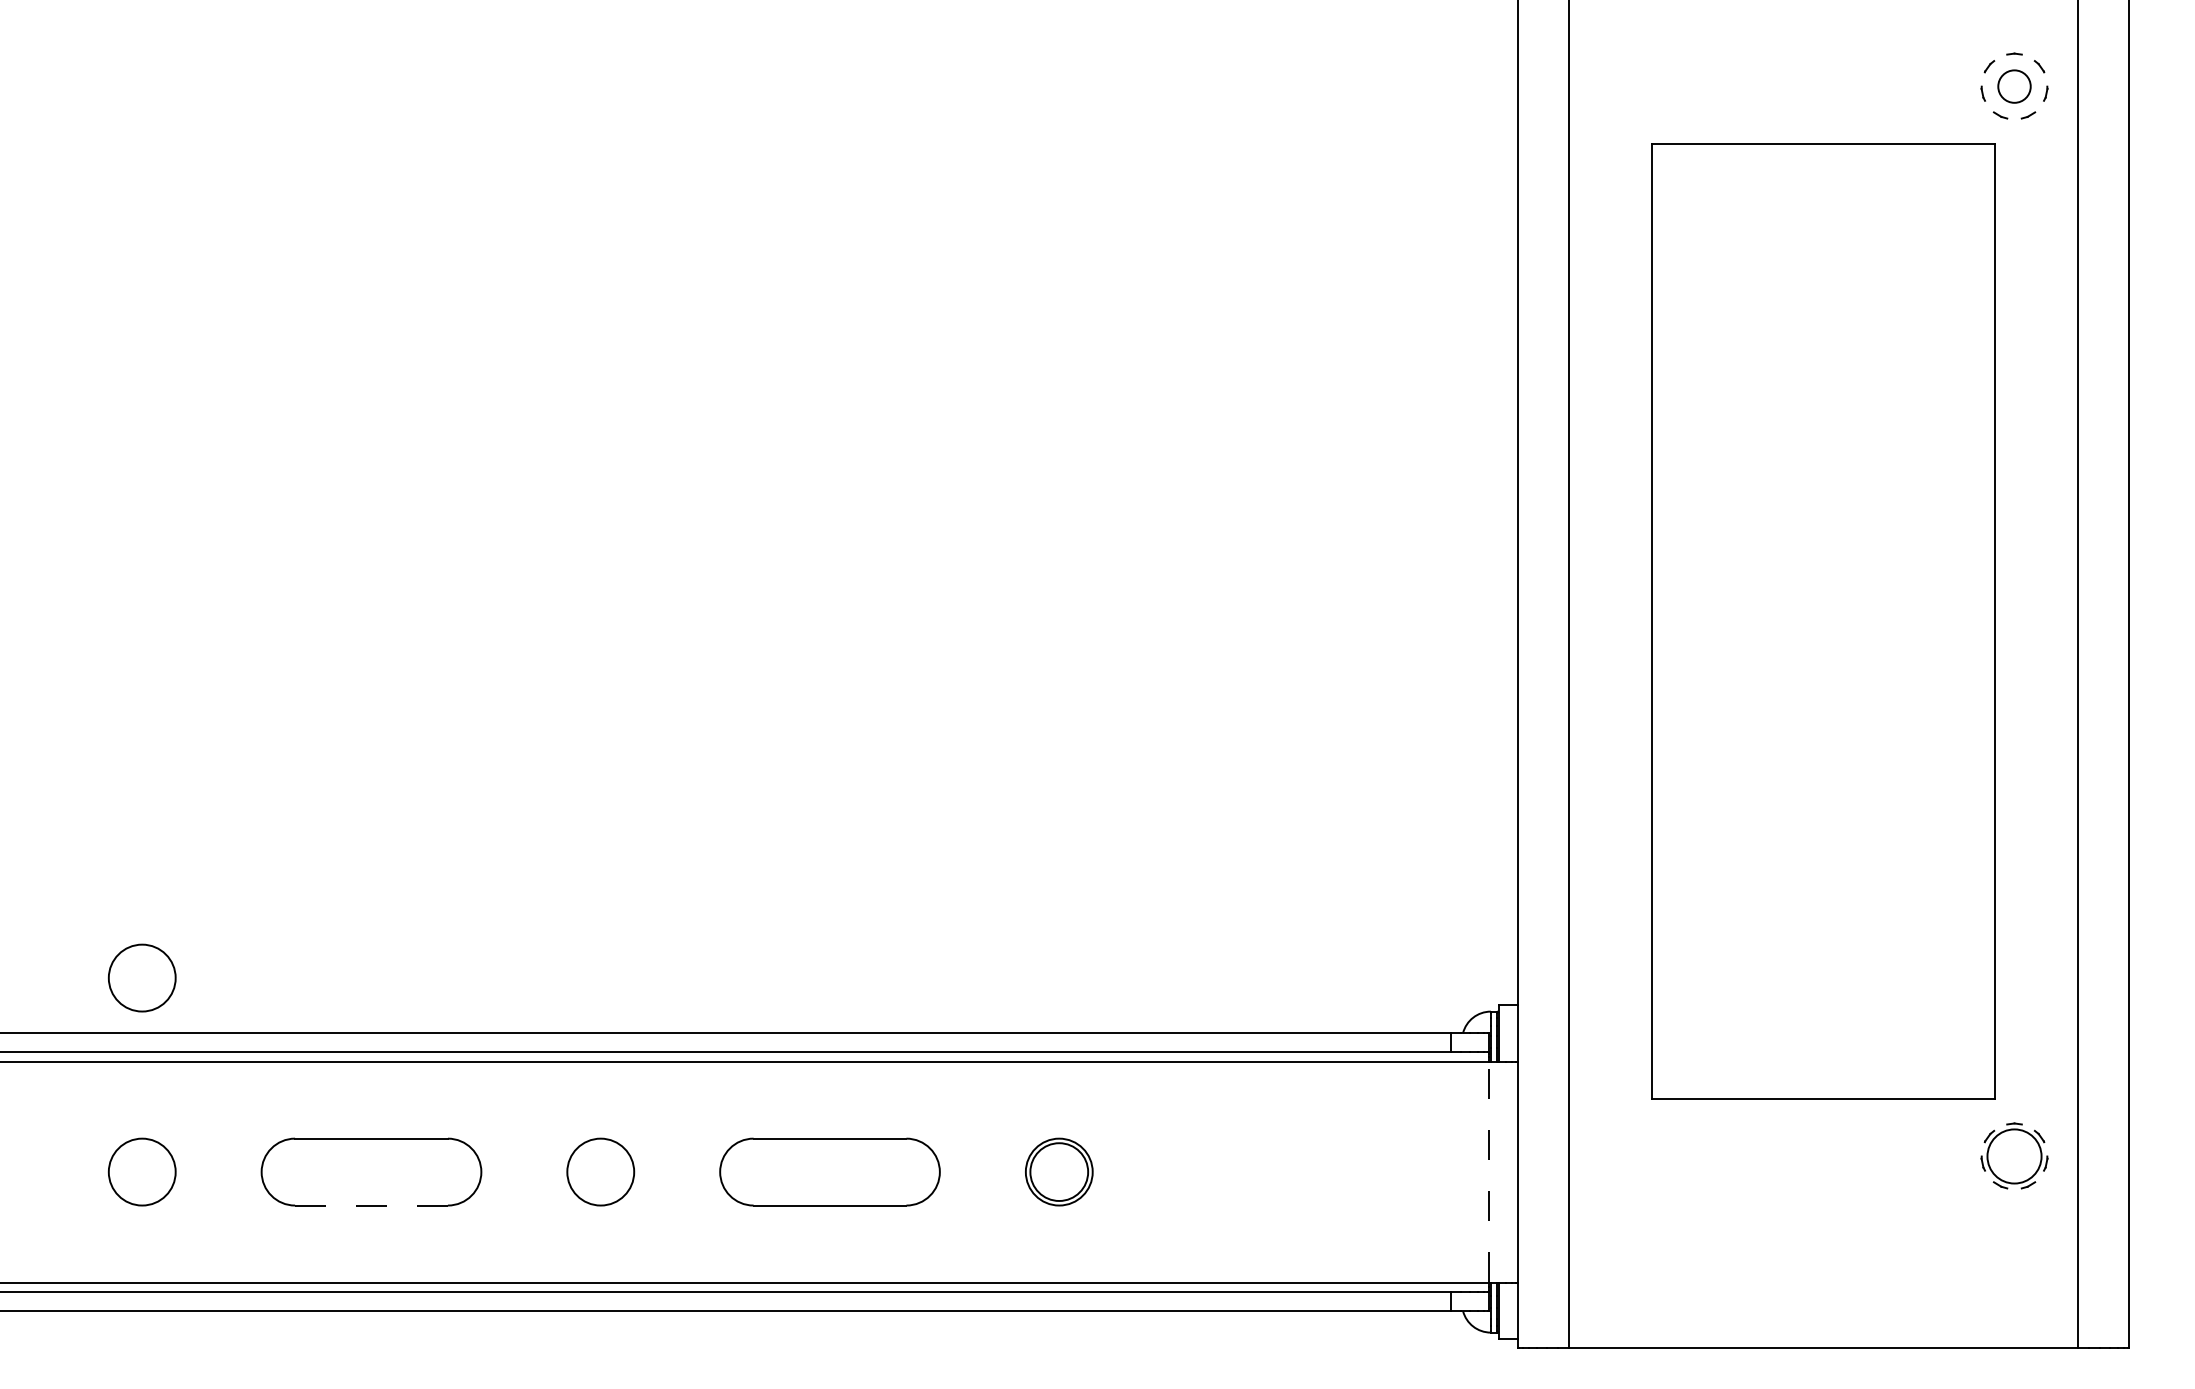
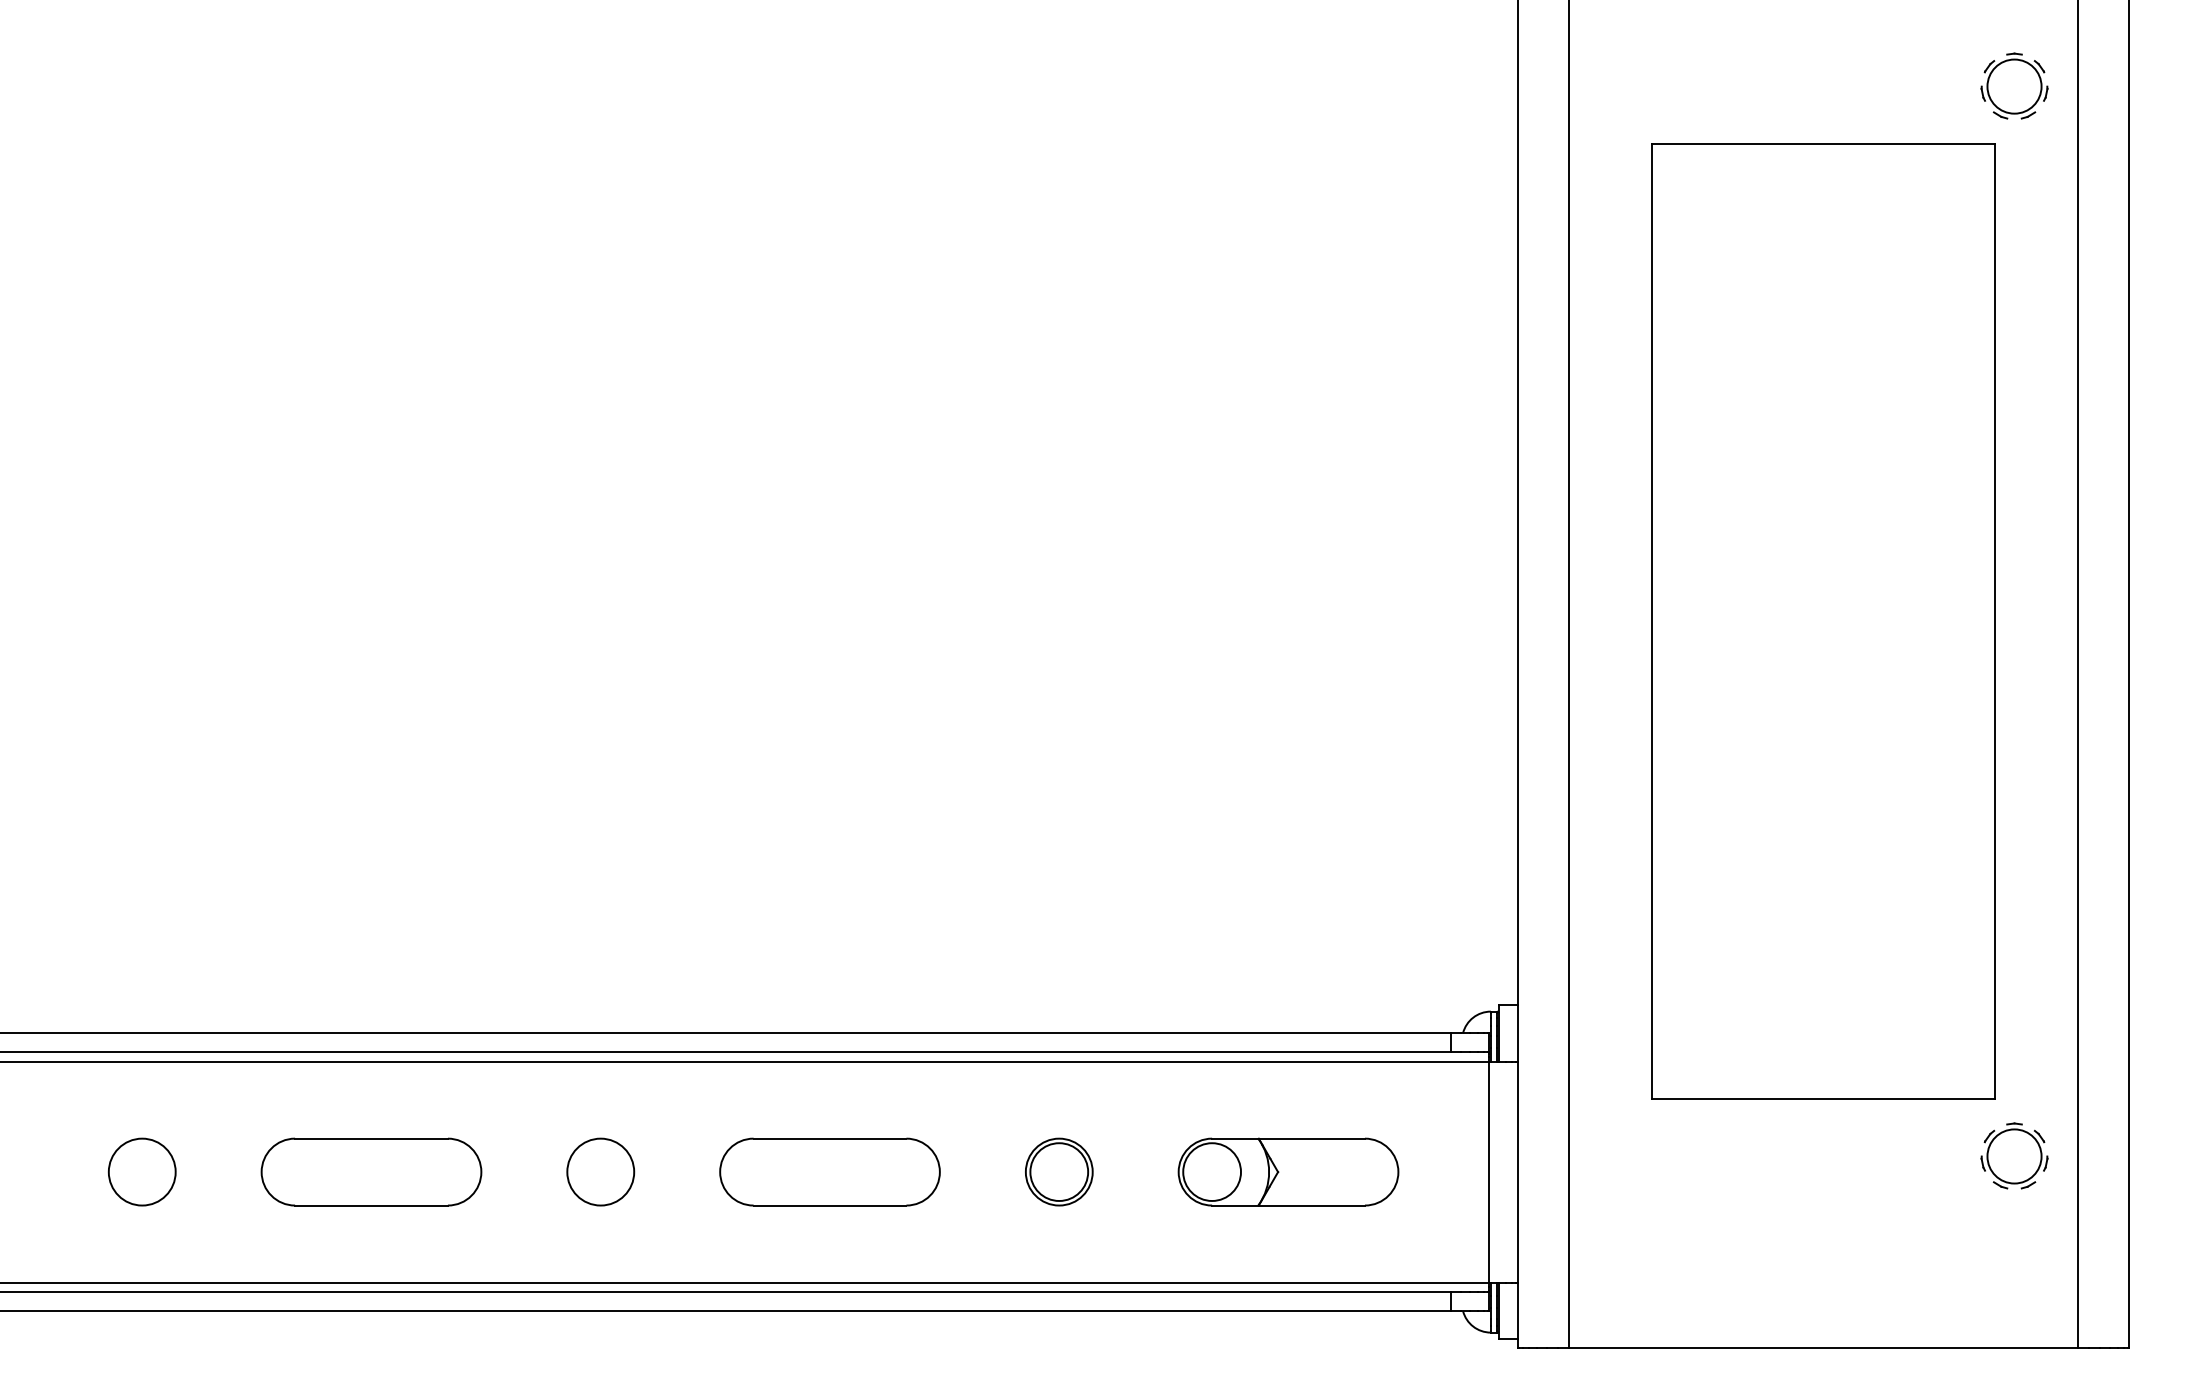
circle at (2014, 86) diameter: 32 px -> 54 px
circle at (141, 977): present -> none
part at (1288, 1171): none -> present
line at (1489, 1172): dashed -> solid
line at (372, 1205): dashed -> solid
